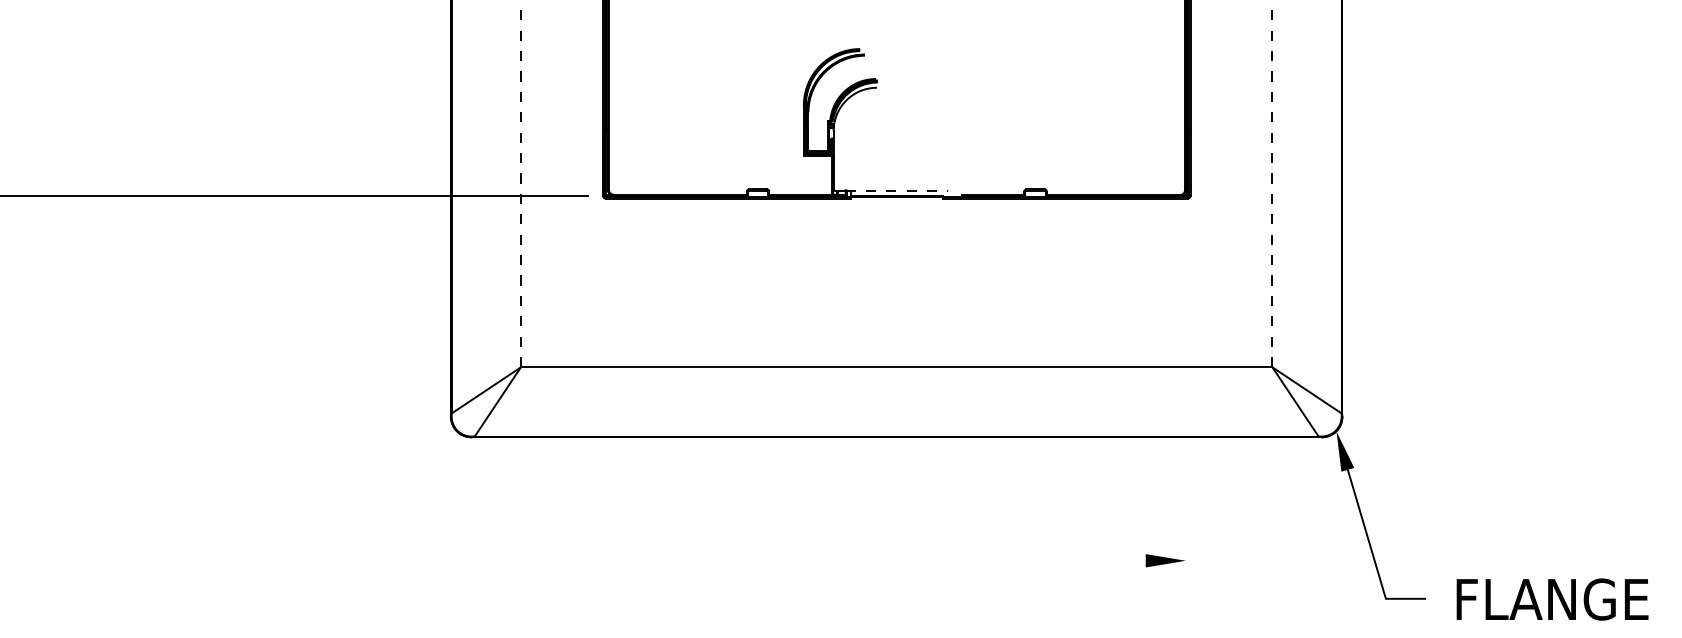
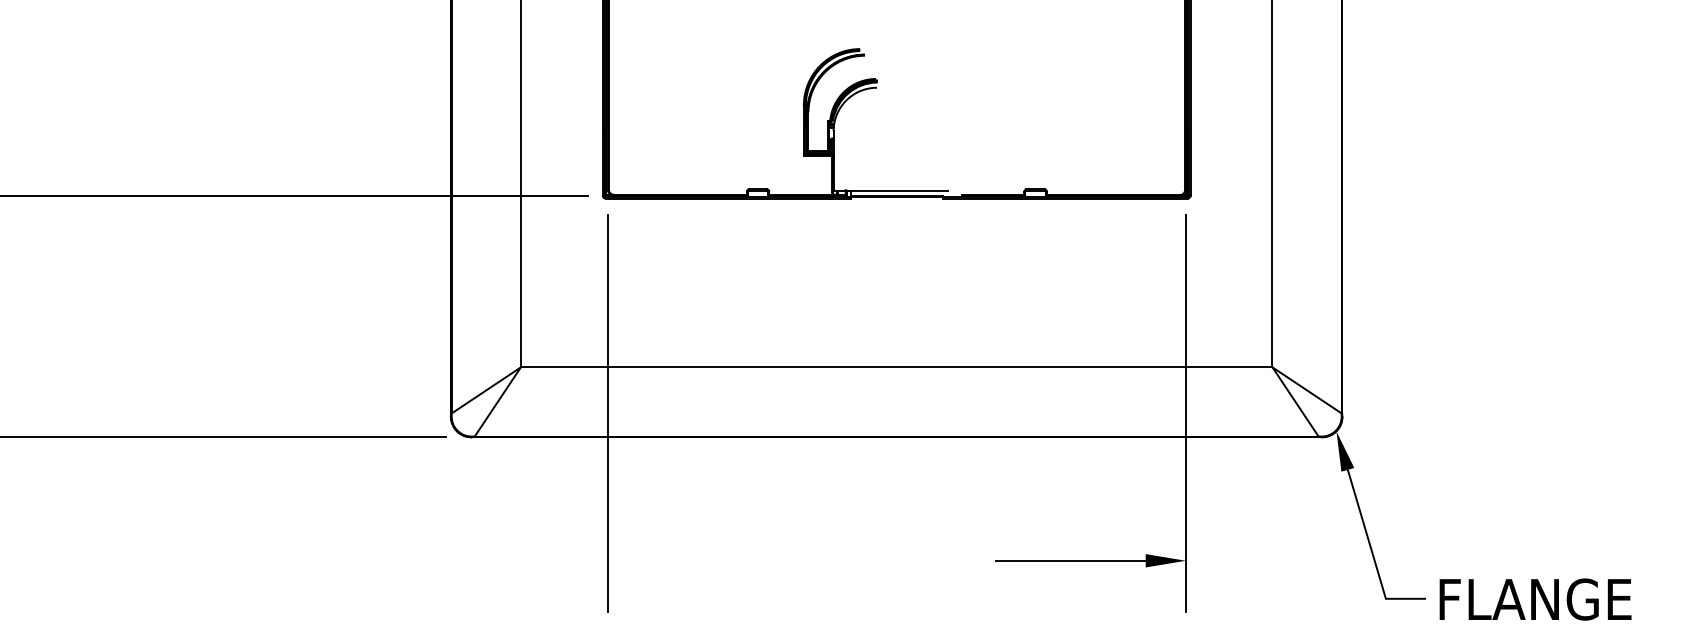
line at (520, 183): dashed -> solid
line at (1272, 183): dashed -> solid
line at (896, 190): dashed -> solid
line at (607, 413): none -> present
line at (1185, 413): none -> present
line at (223, 437): none -> present
line at (1070, 560): none -> present
text at (1552, 599) position: (1552, 599) -> (1535, 599)
